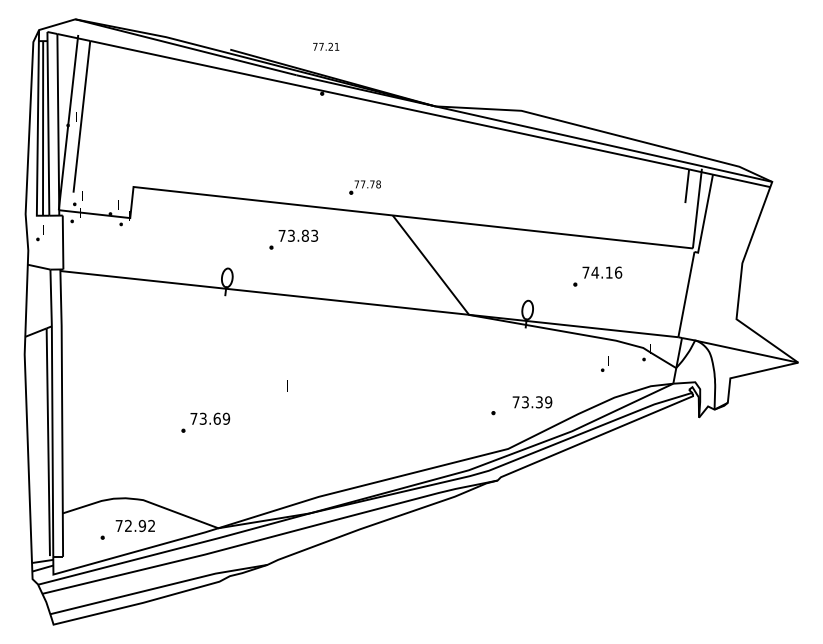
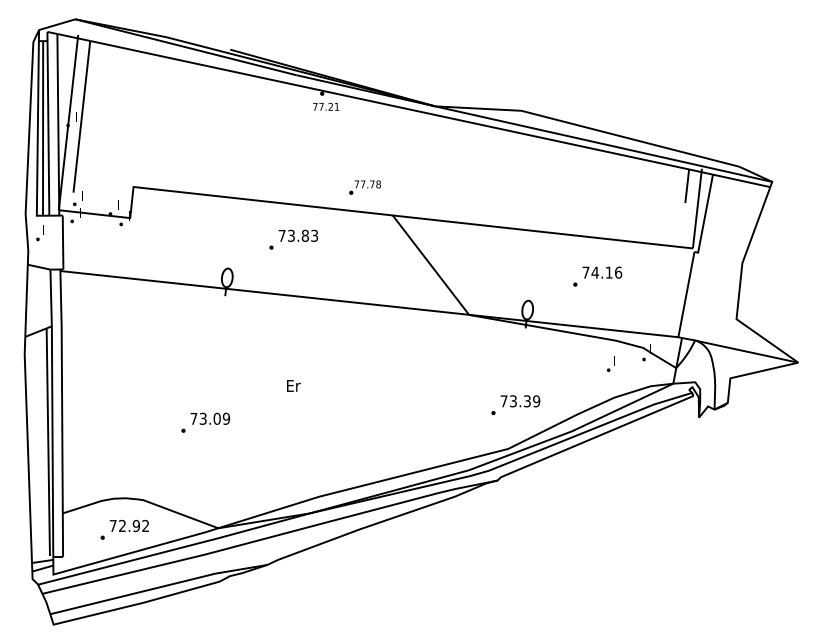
text at (326, 46) position: (326, 46) -> (326, 106)
part at (604, 363) position: (604, 363) -> (610, 363)
text at (294, 385): I -> Er
text at (532, 402) position: (532, 402) -> (520, 401)
text at (216, 418): 73.69 -> 73.09
text at (134, 525) position: (134, 525) -> (128, 525)
